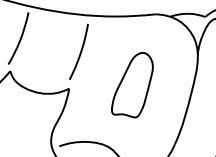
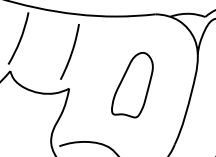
curve at (80, 51) position: (80, 51) -> (71, 51)
